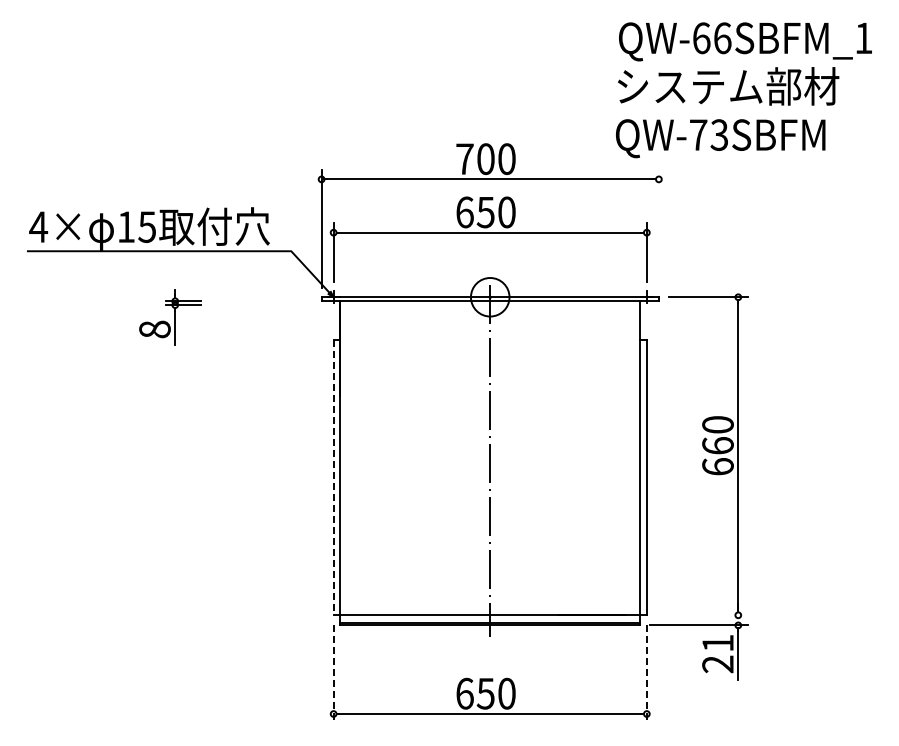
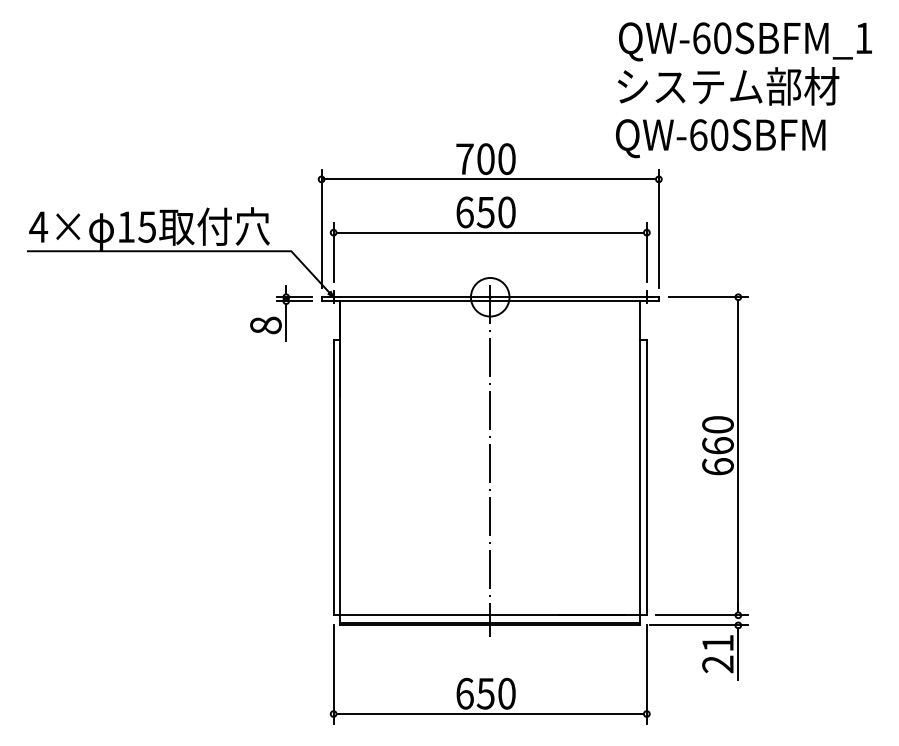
text at (722, 38): QW-66SBFM_1 -> QW-60SBFM_1
text at (709, 134): QW-73SBFM -> QW-60SBFM
line at (658, 228): none -> present
part at (170, 317) position: (170, 317) -> (281, 313)
line at (333, 477): dashed -> solid
line at (701, 615): none -> present
line at (333, 674): dashed -> solid
line at (646, 674): dashed -> solid
